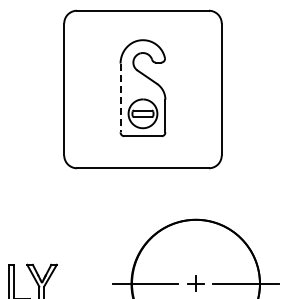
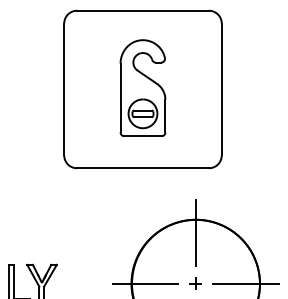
line at (120, 98): dashed -> solid
line at (196, 233): none -> present
part at (195, 283) size: 18x17 px -> 13x13 px
